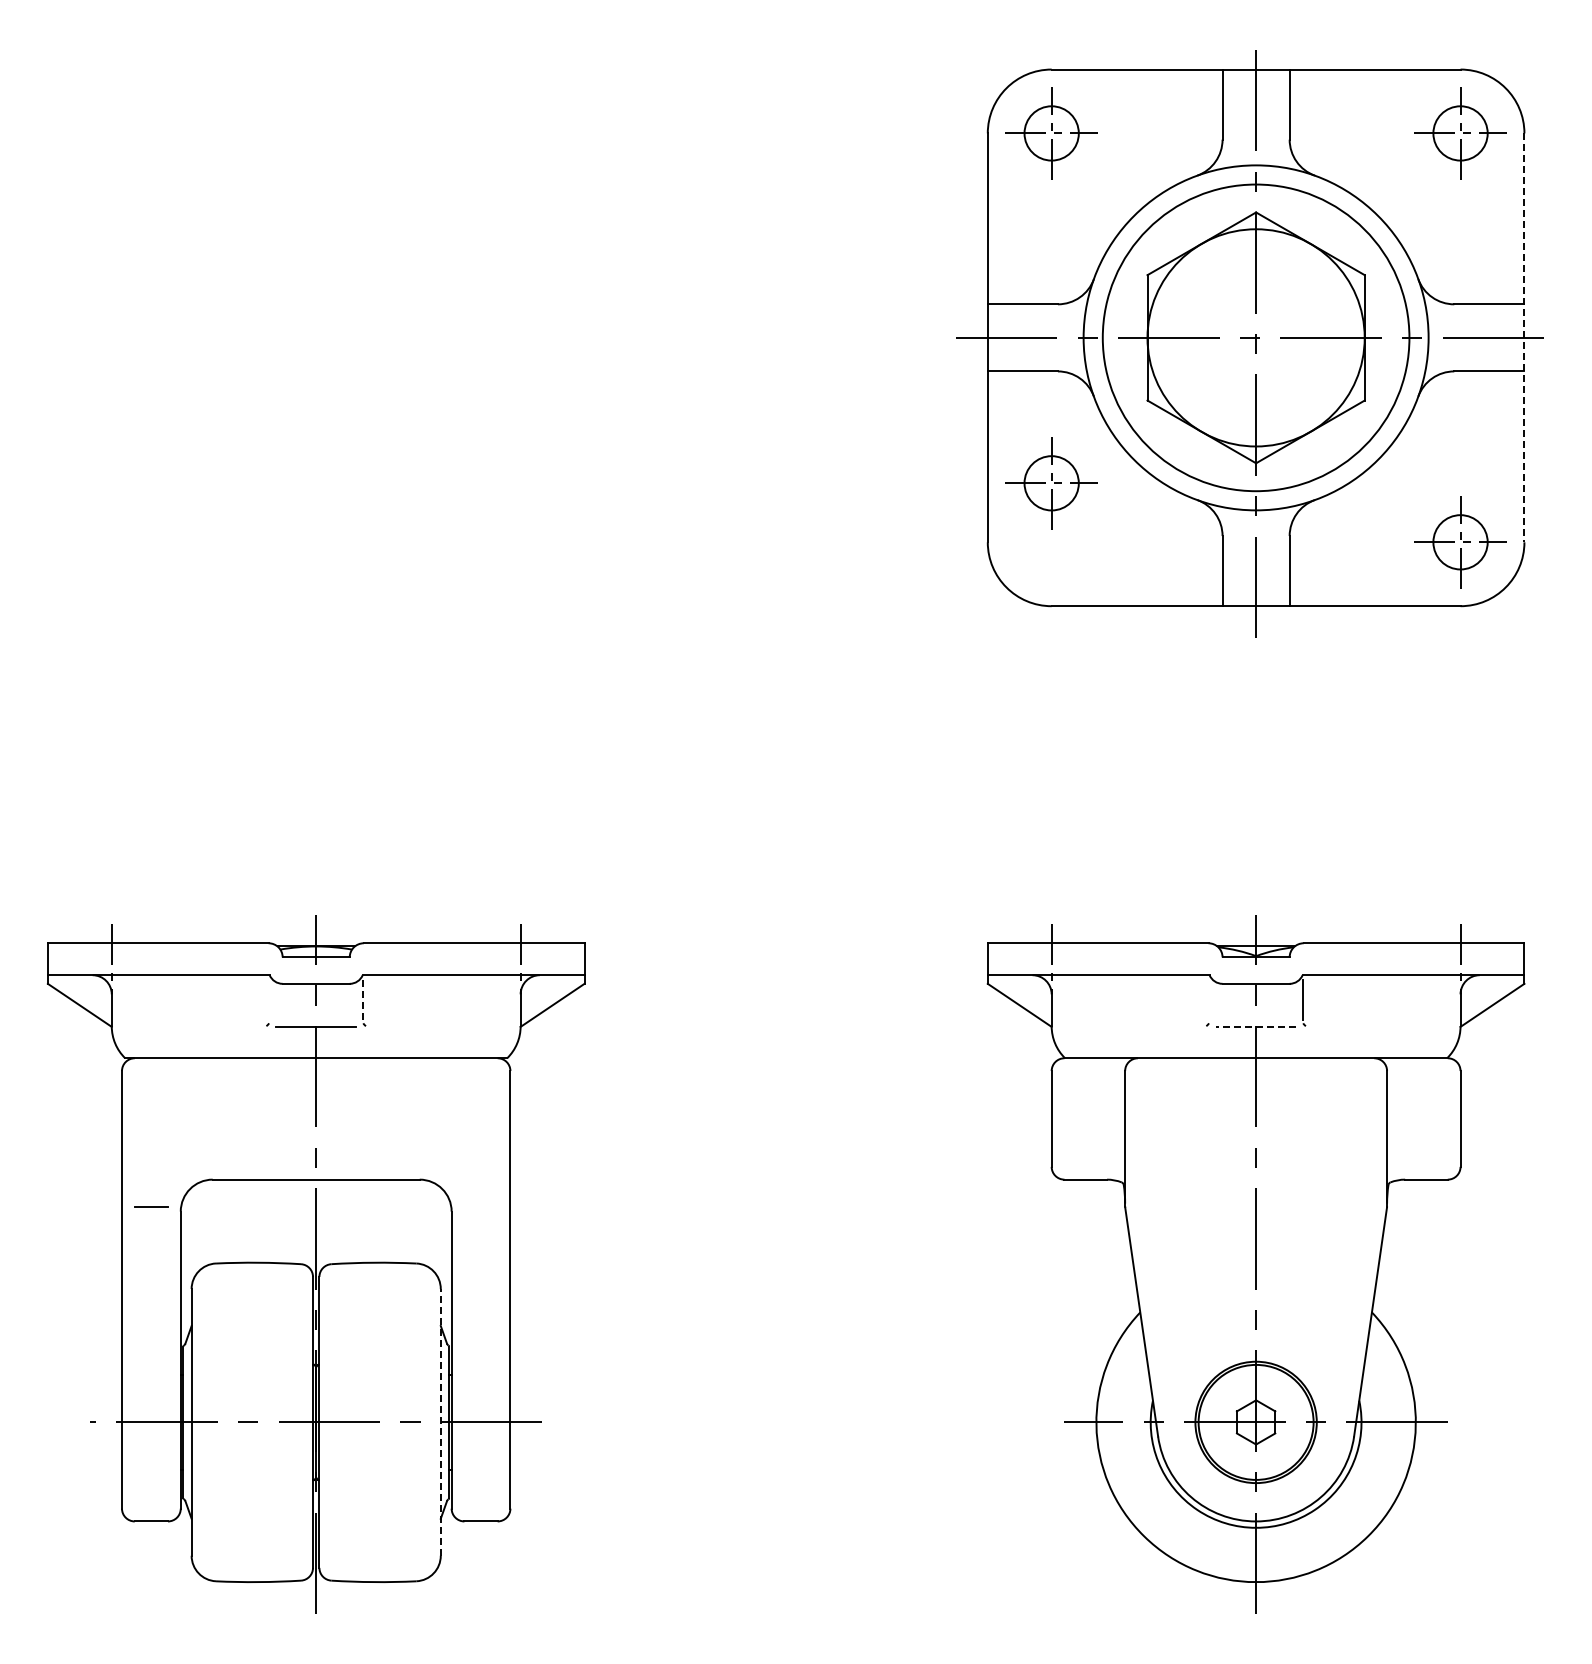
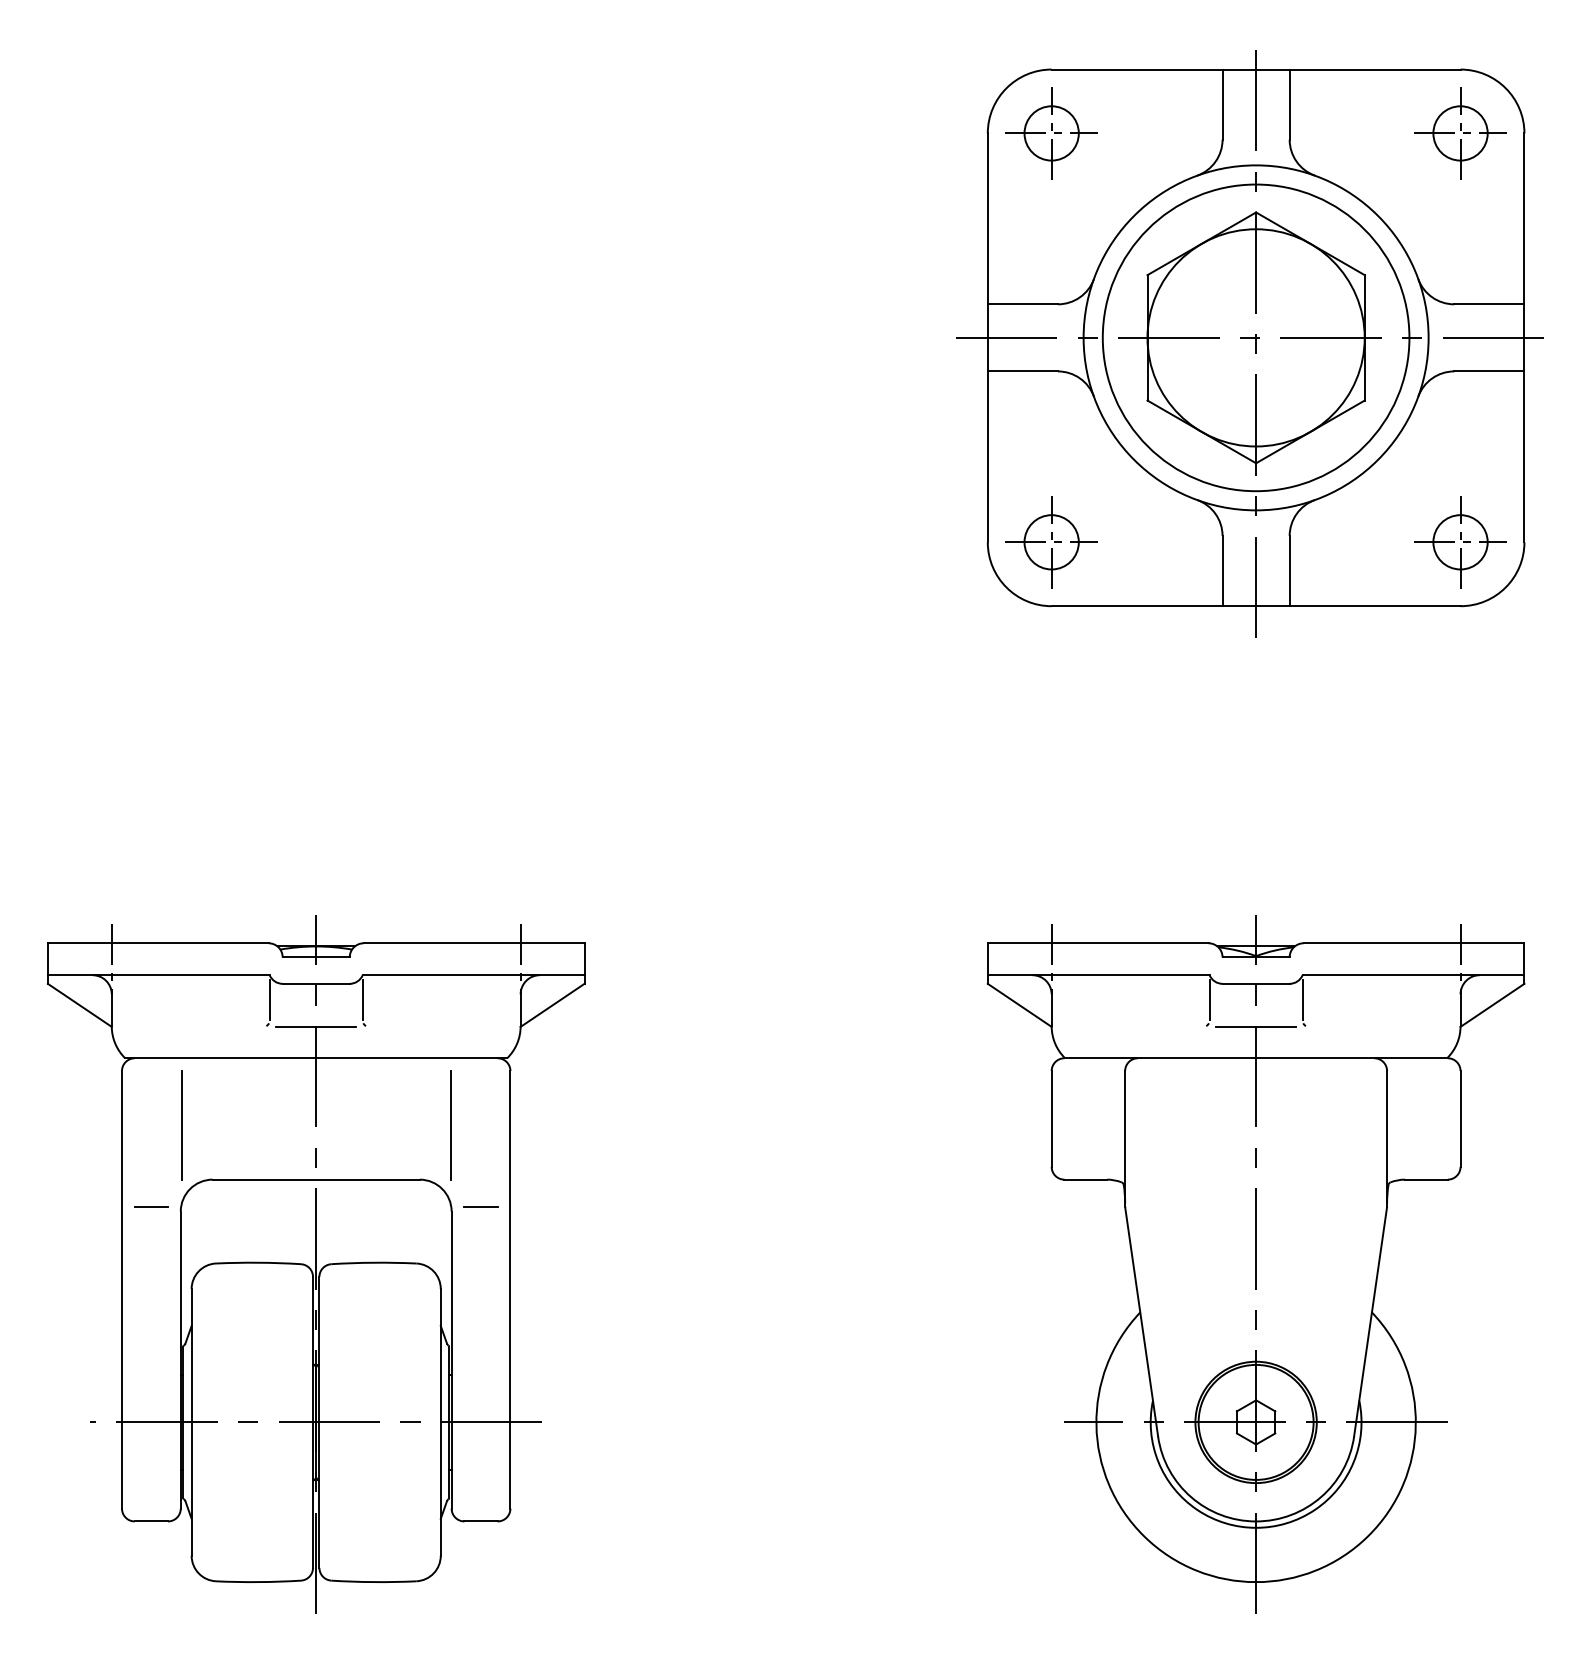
line at (1524, 338): dashed -> solid
part at (1051, 483) position: (1051, 483) -> (1051, 542)
line at (269, 999): none -> present
line at (362, 999): dashed -> solid
line at (1209, 999): none -> present
line at (1255, 1026): dashed -> solid
line at (181, 1125): none -> present
line at (450, 1125): none -> present
line at (480, 1207): none -> present
line at (440, 1421): dashed -> solid
